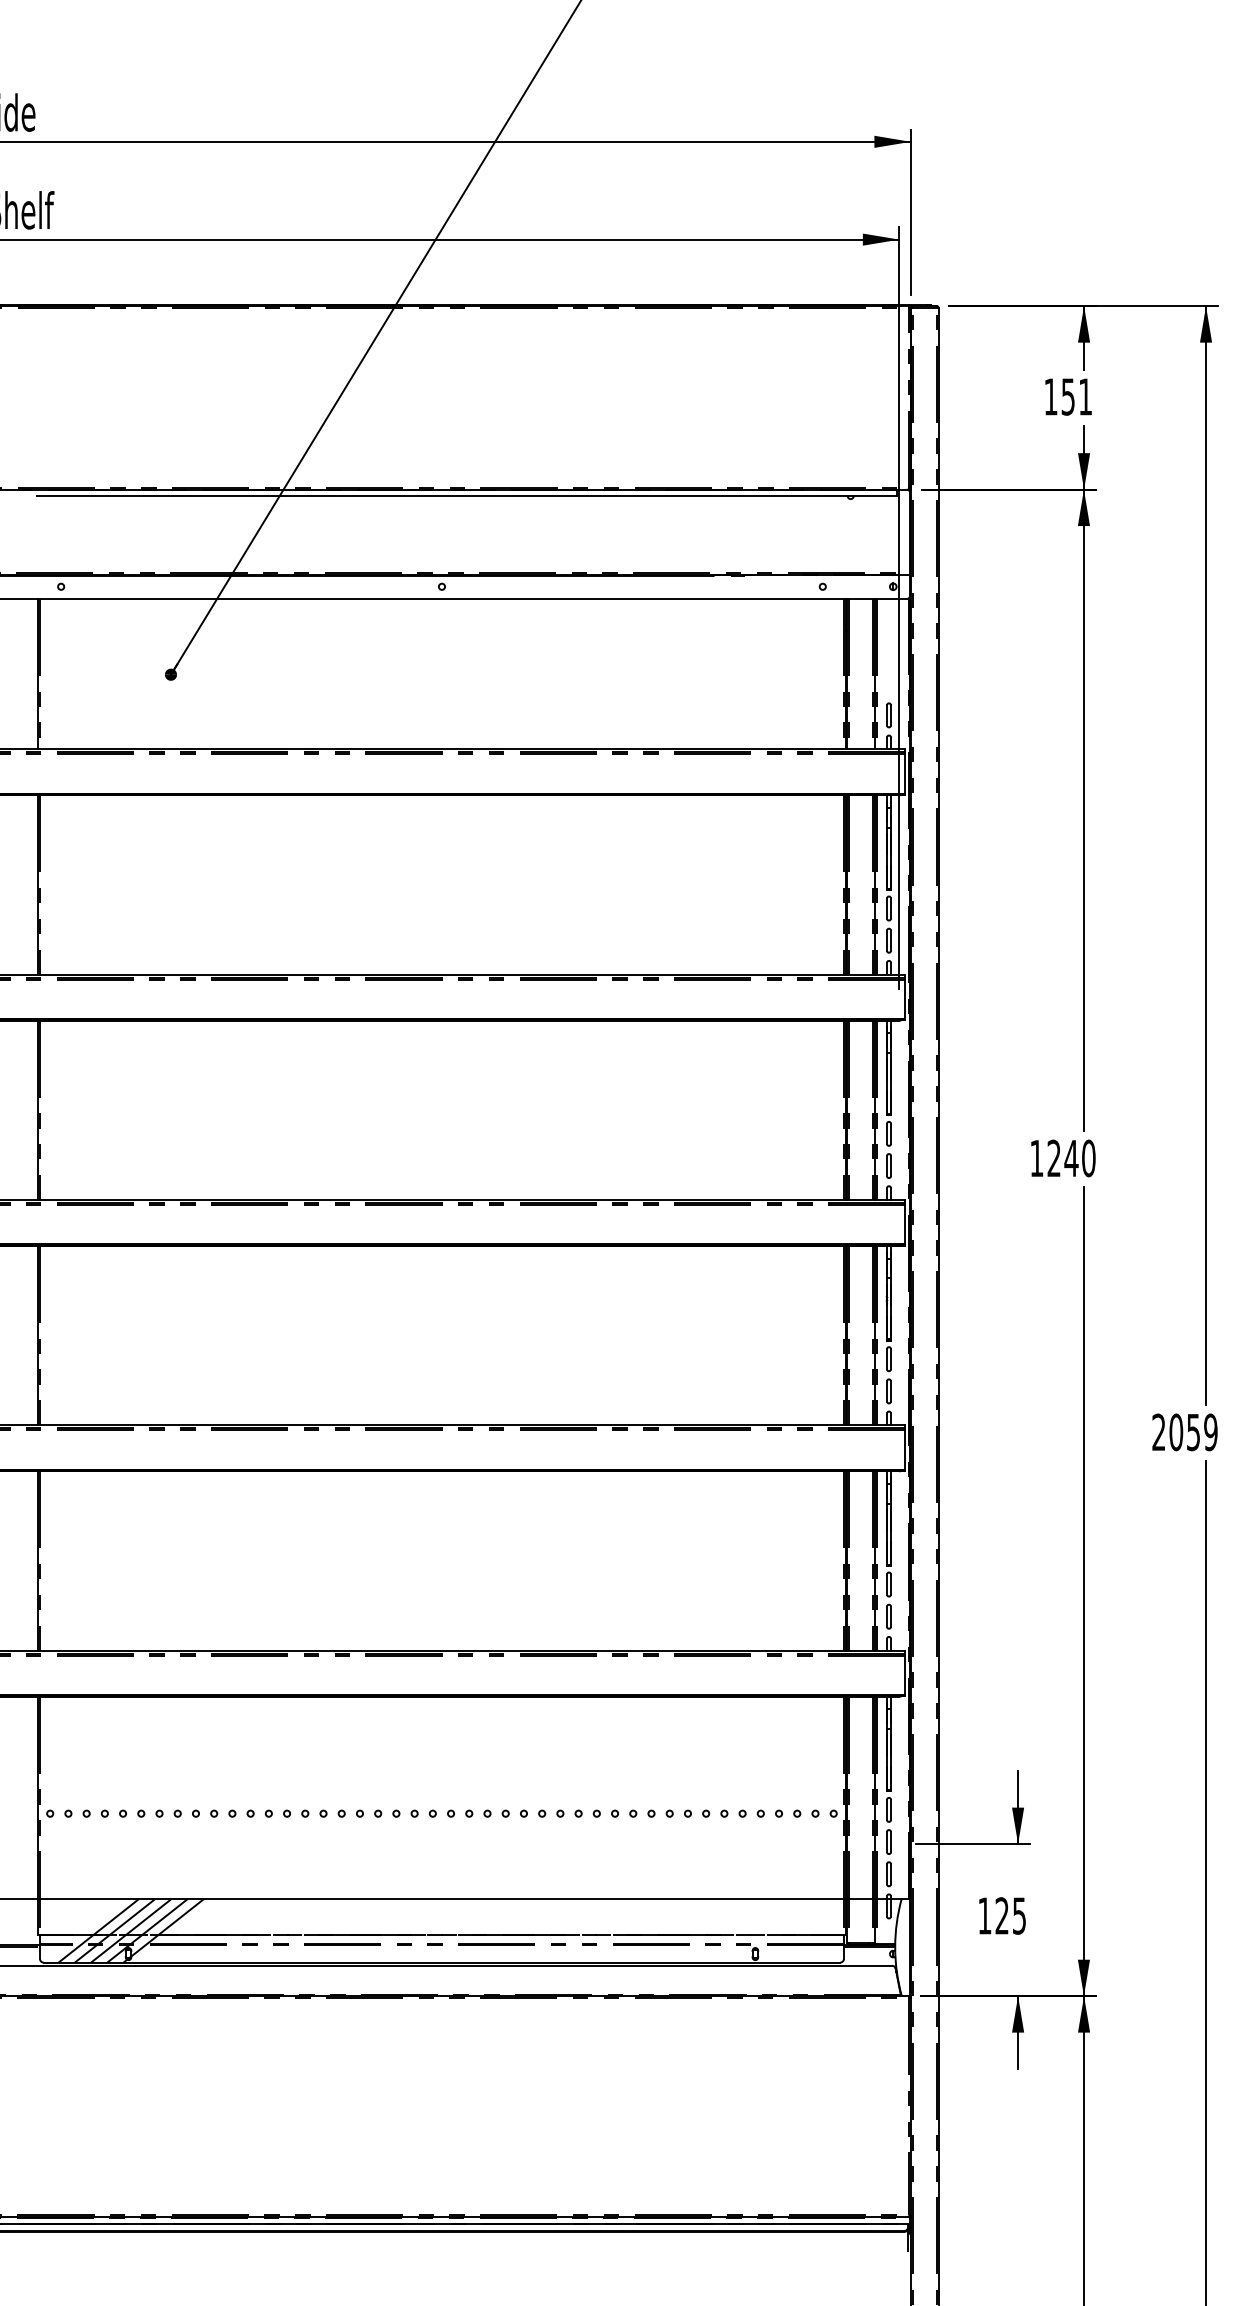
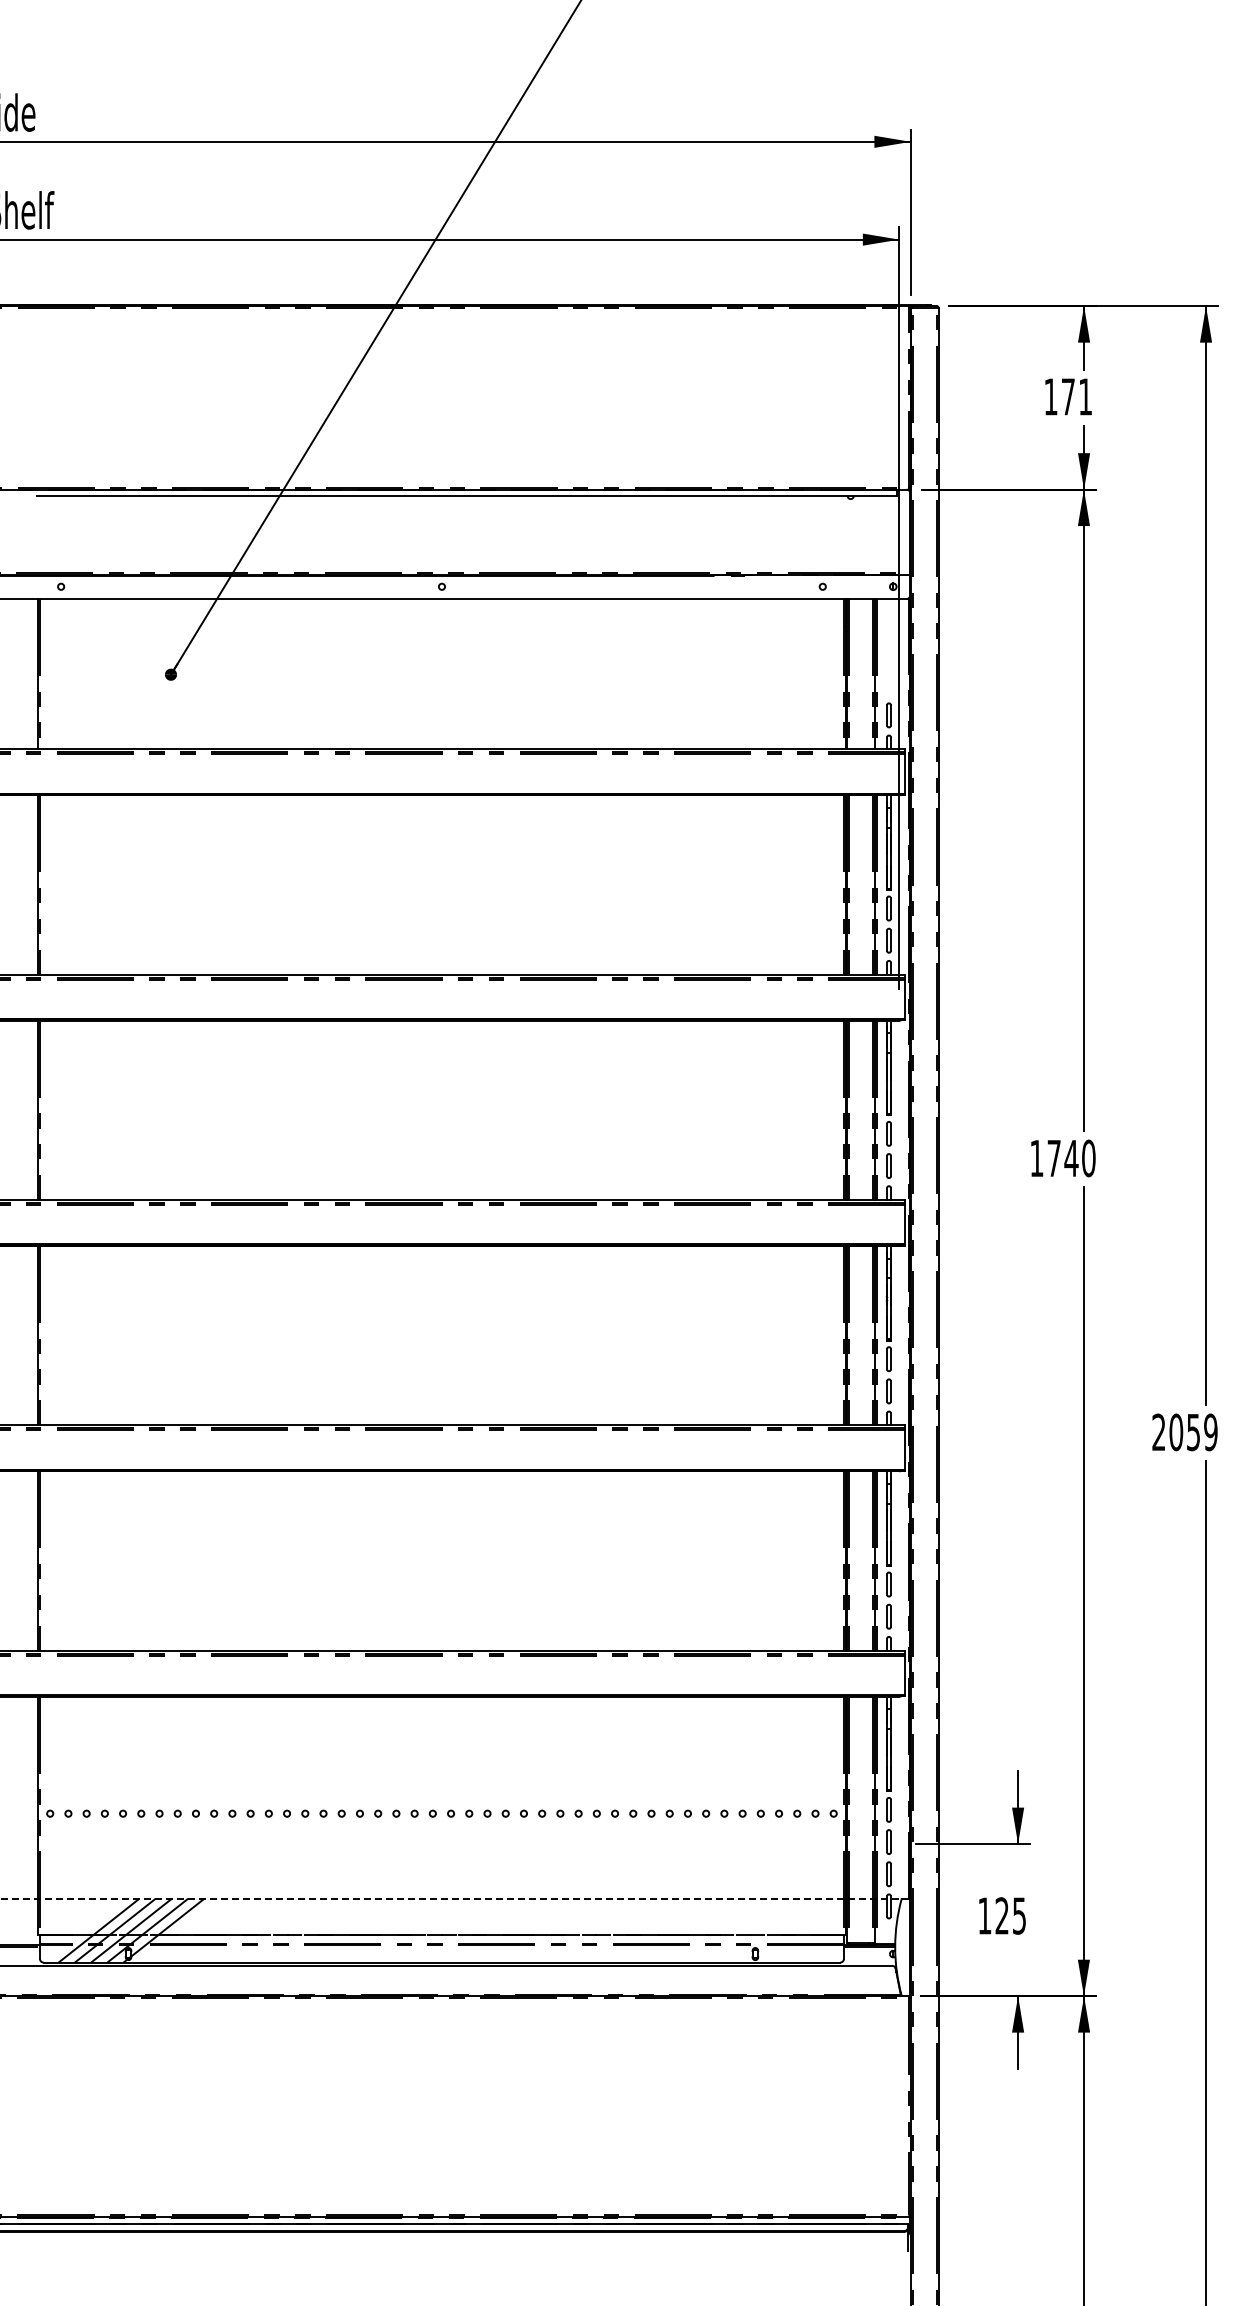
text at (1067, 396): 151 -> 171
text at (1053, 1157): 1240 -> 1740
line at (451, 1898): solid -> dashed
